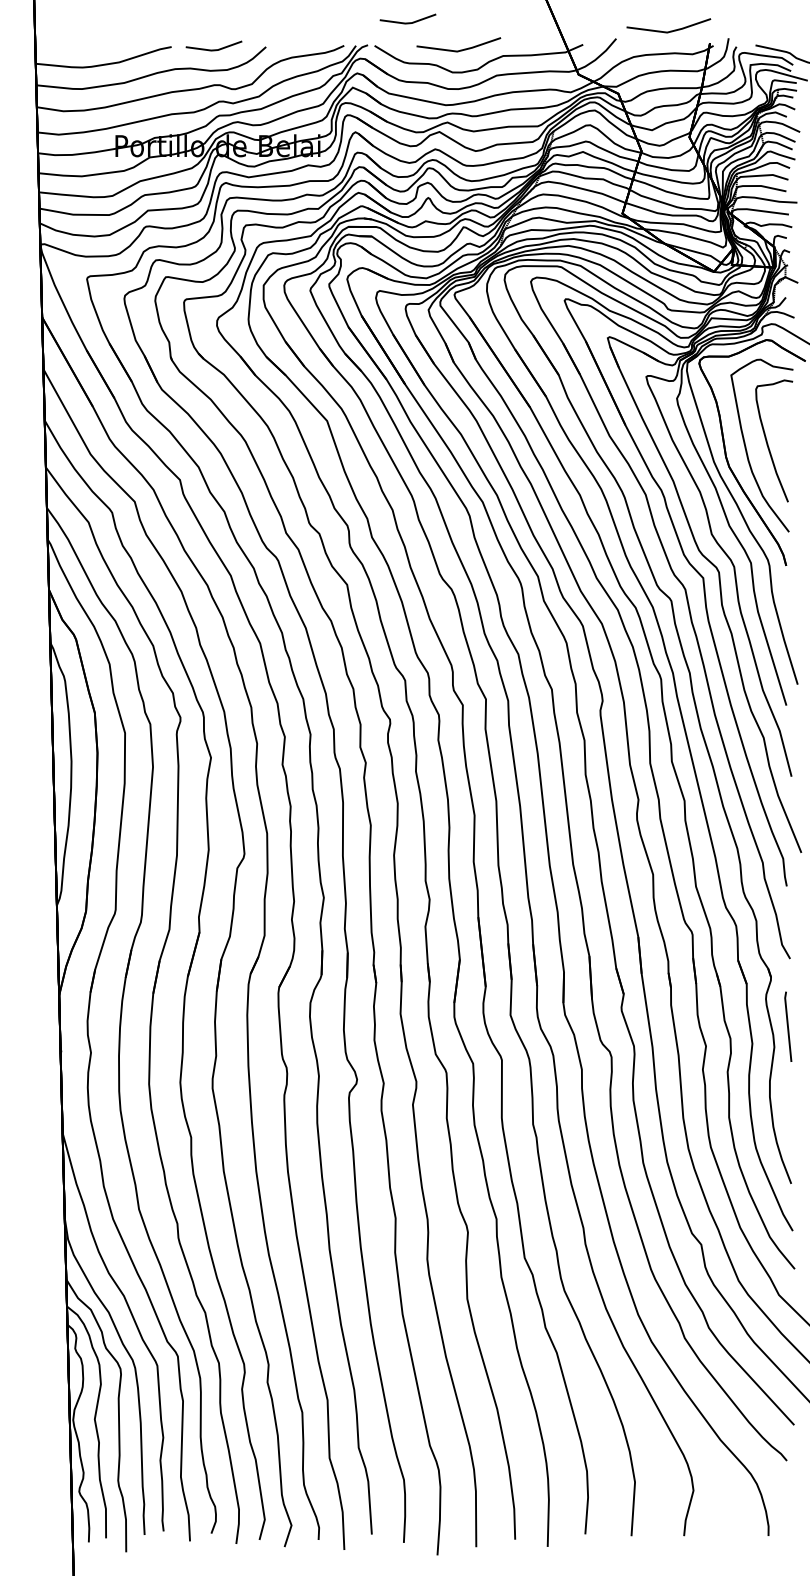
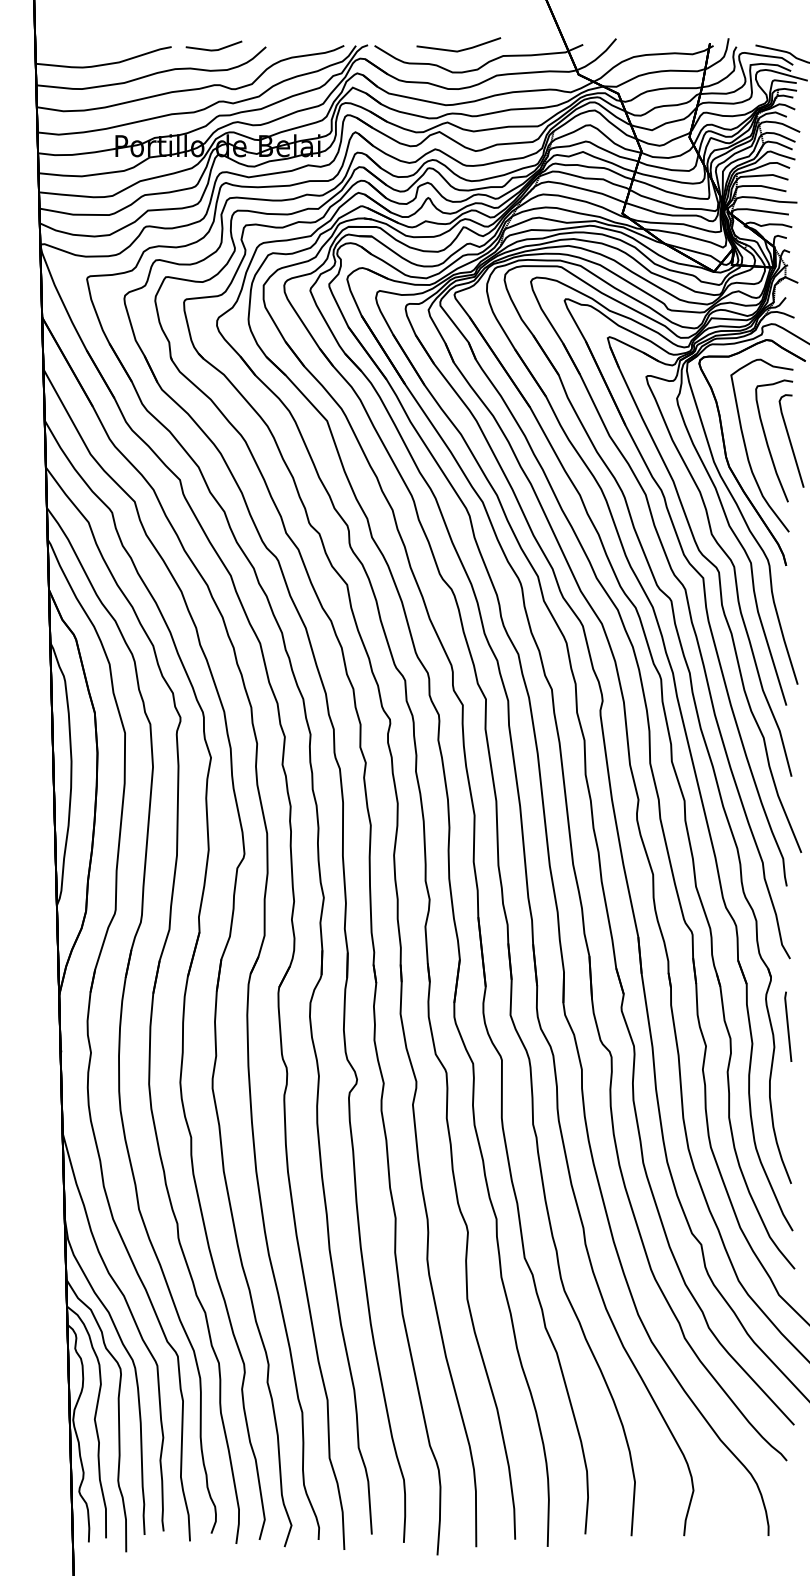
line at (407, 22): present -> none
part at (668, 25): present -> none
curve at (790, 440): none -> present
